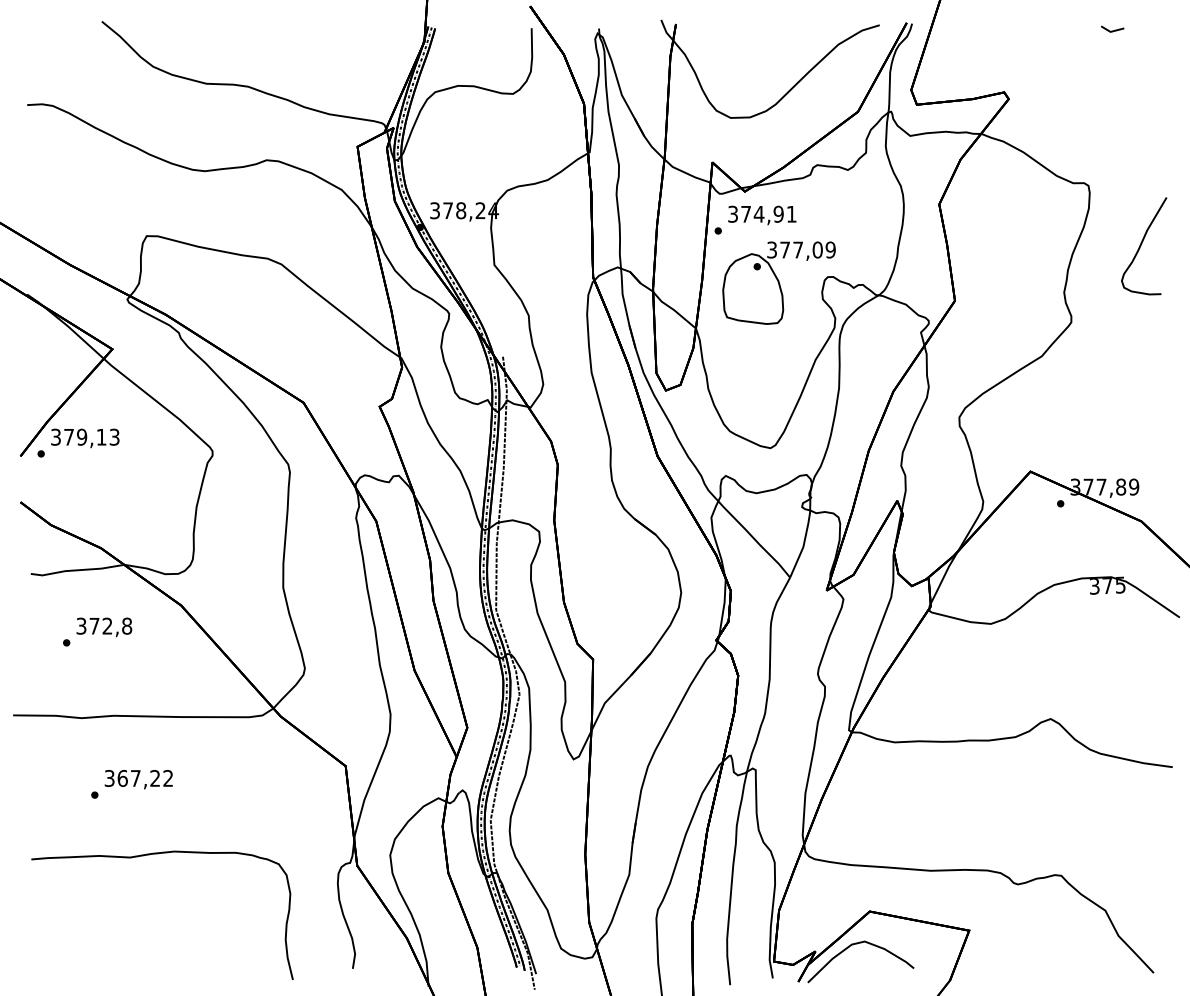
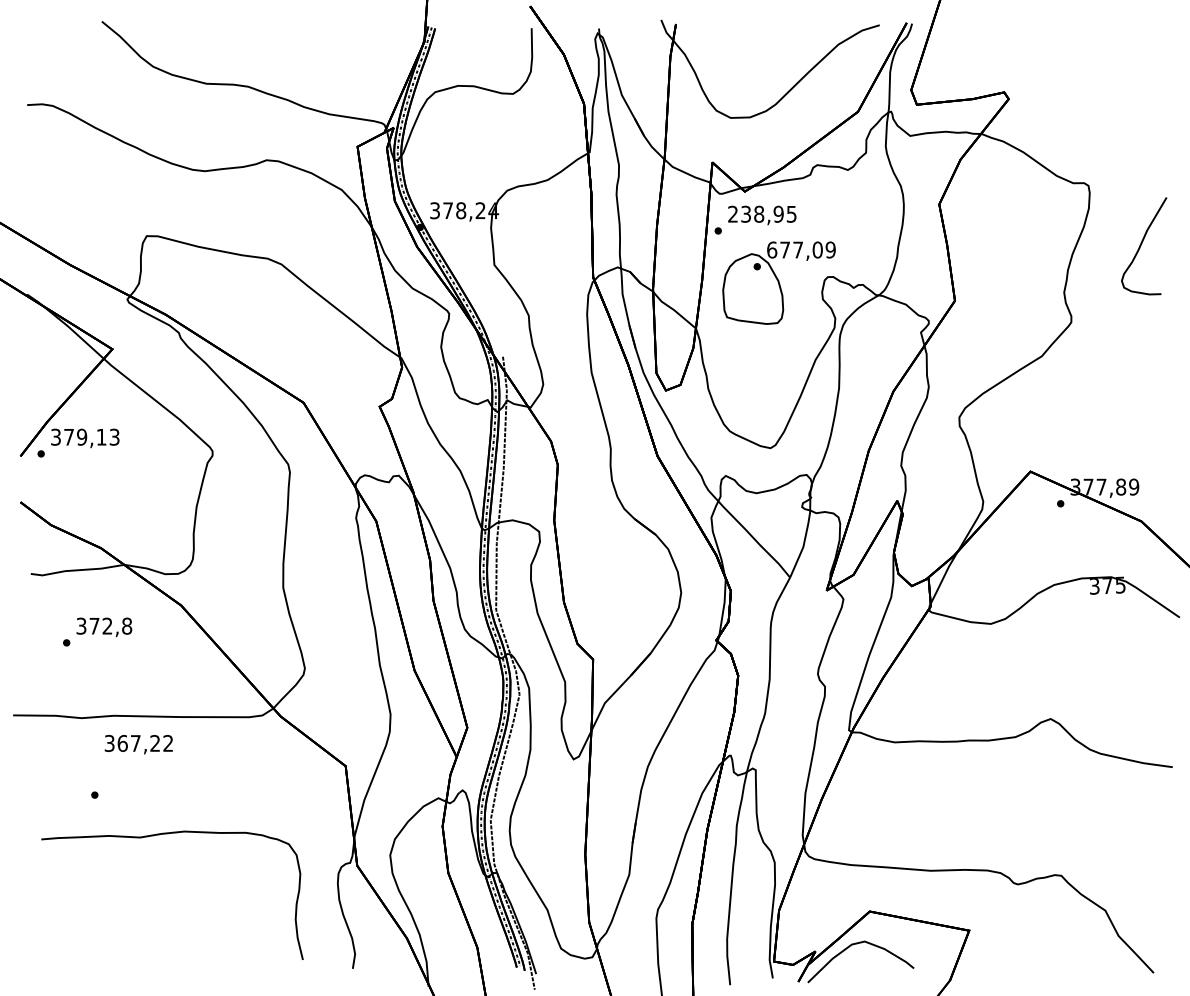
line at (1112, 30): present -> none
text at (762, 213): 374,91 -> 238,95
text at (772, 249): 377,09 -> 677,09
text at (138, 779) position: (138, 779) -> (138, 744)
curve at (158, 854) position: (158, 854) -> (168, 834)
